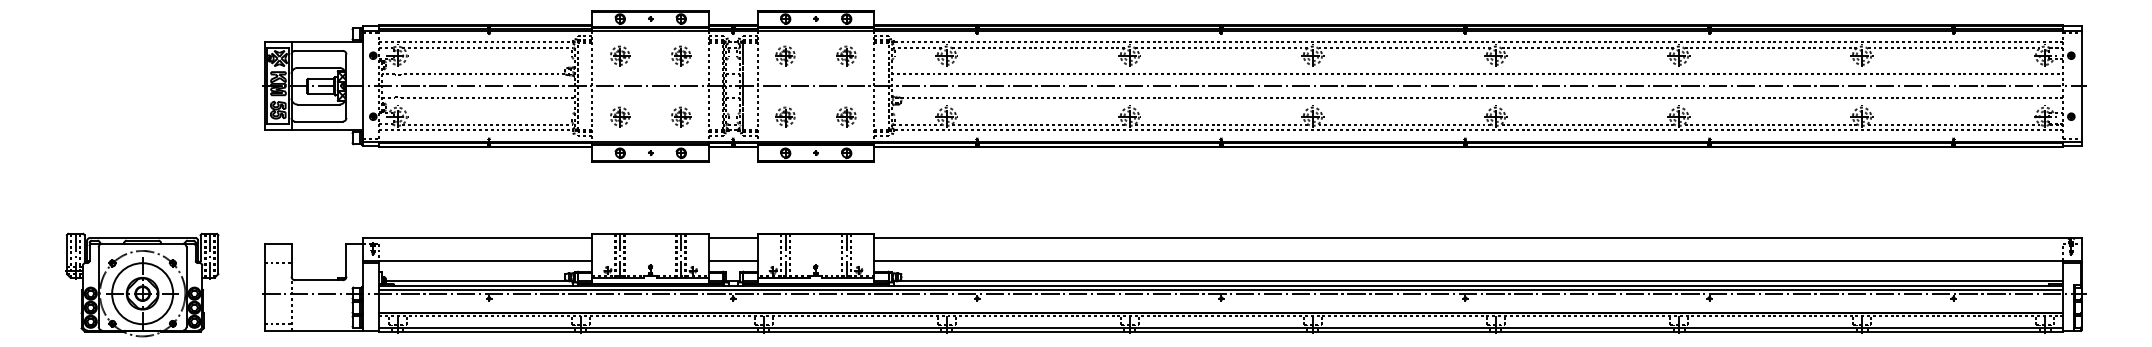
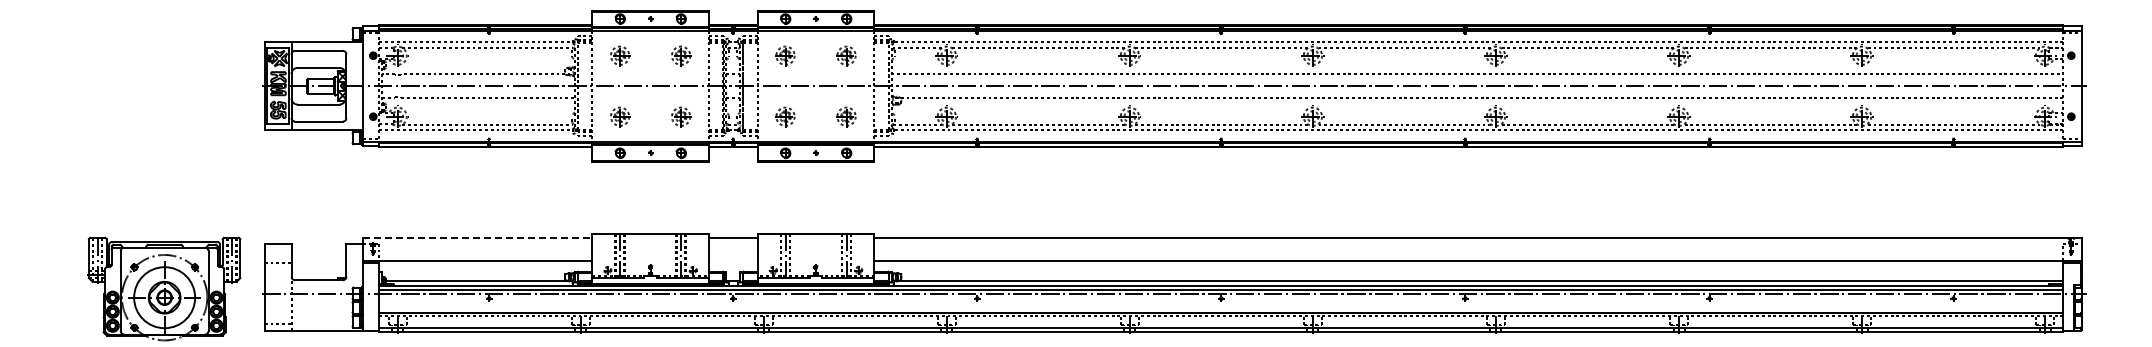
line at (477, 238): solid -> dashed
line at (733, 260): present -> none
part at (142, 284) position: (142, 284) -> (164, 288)
